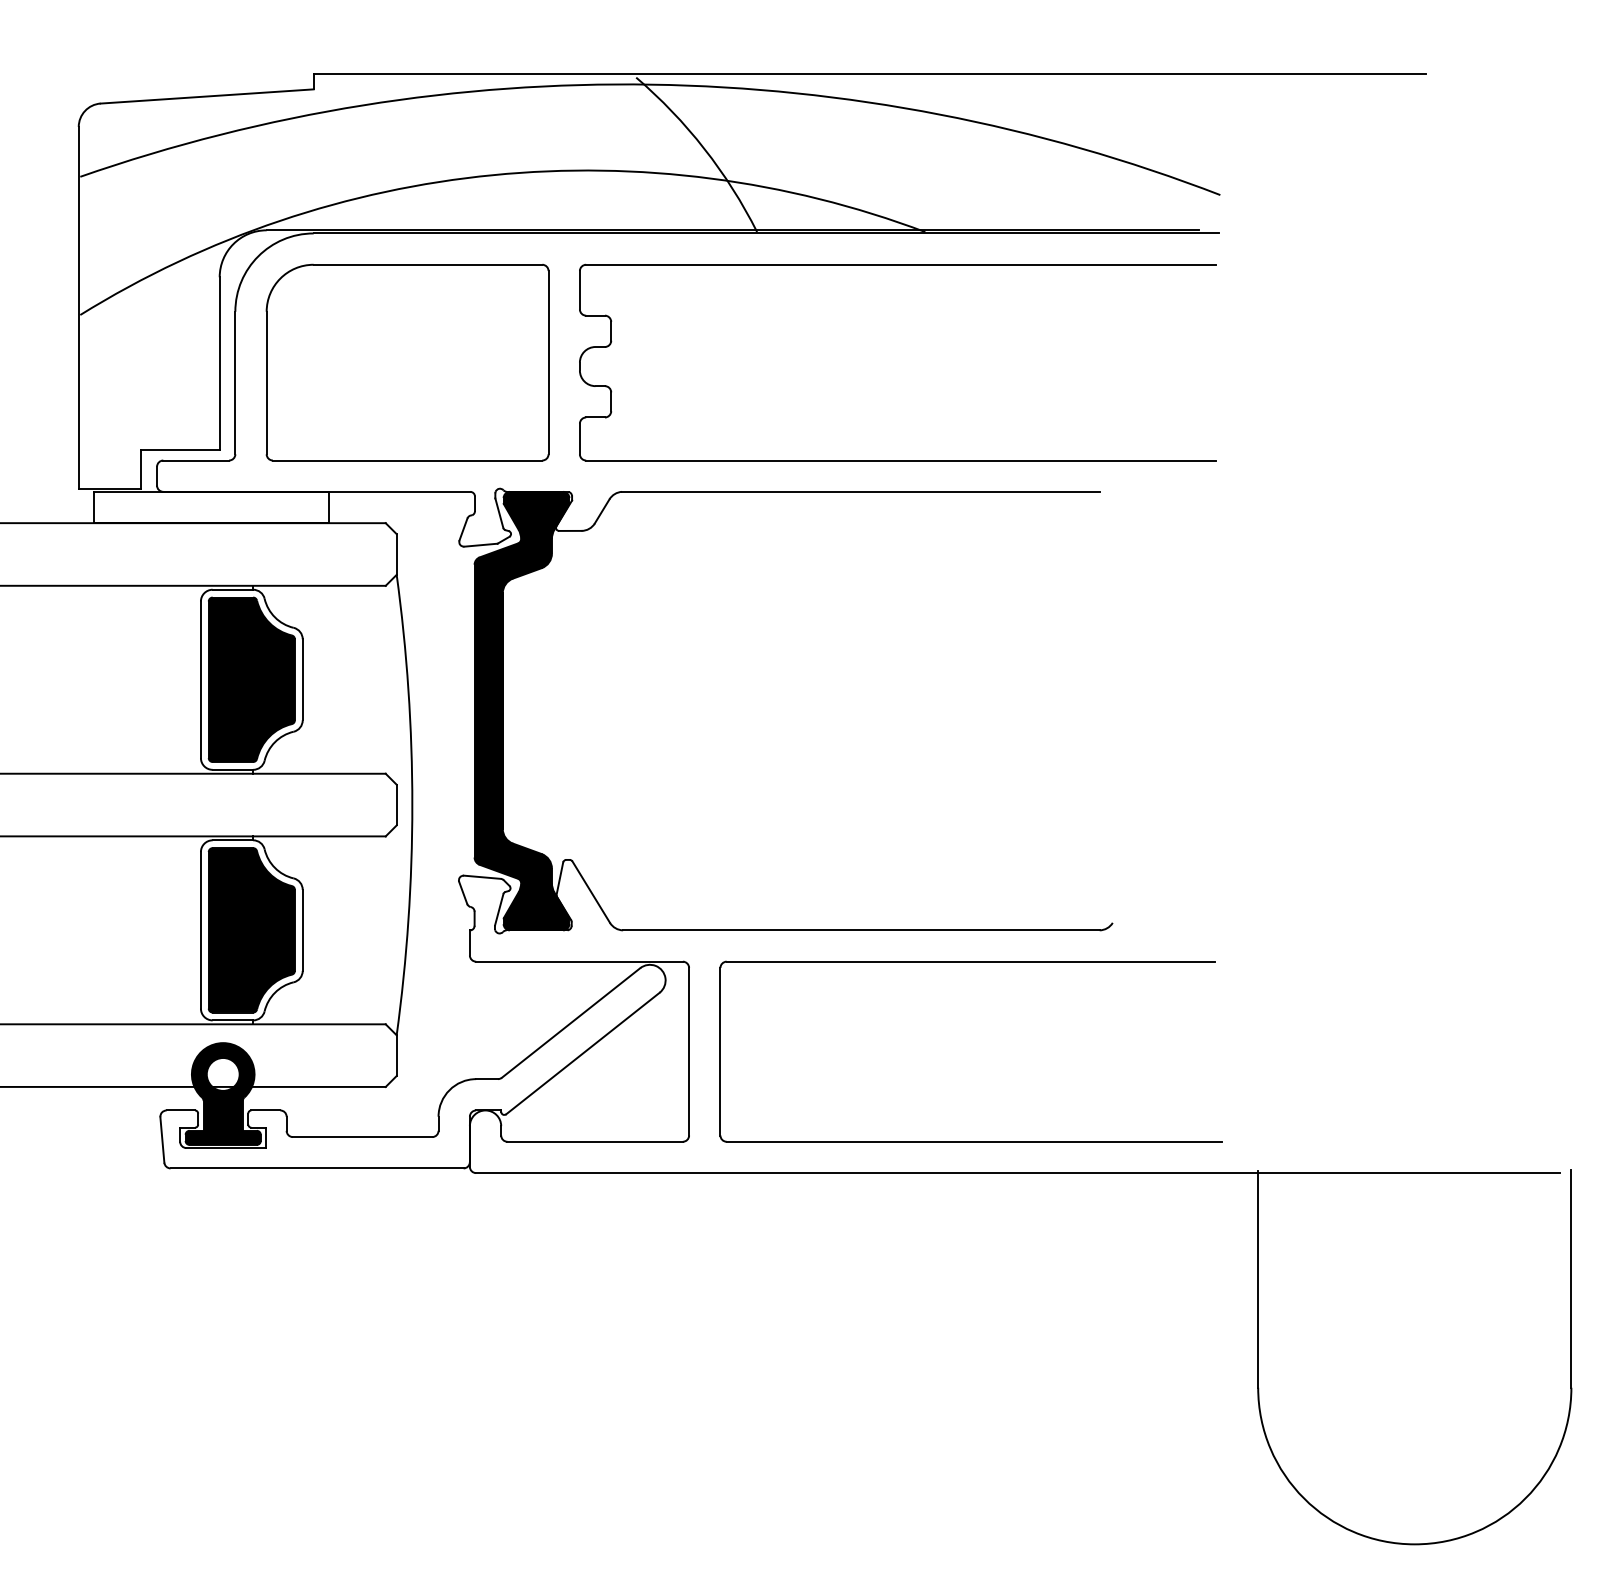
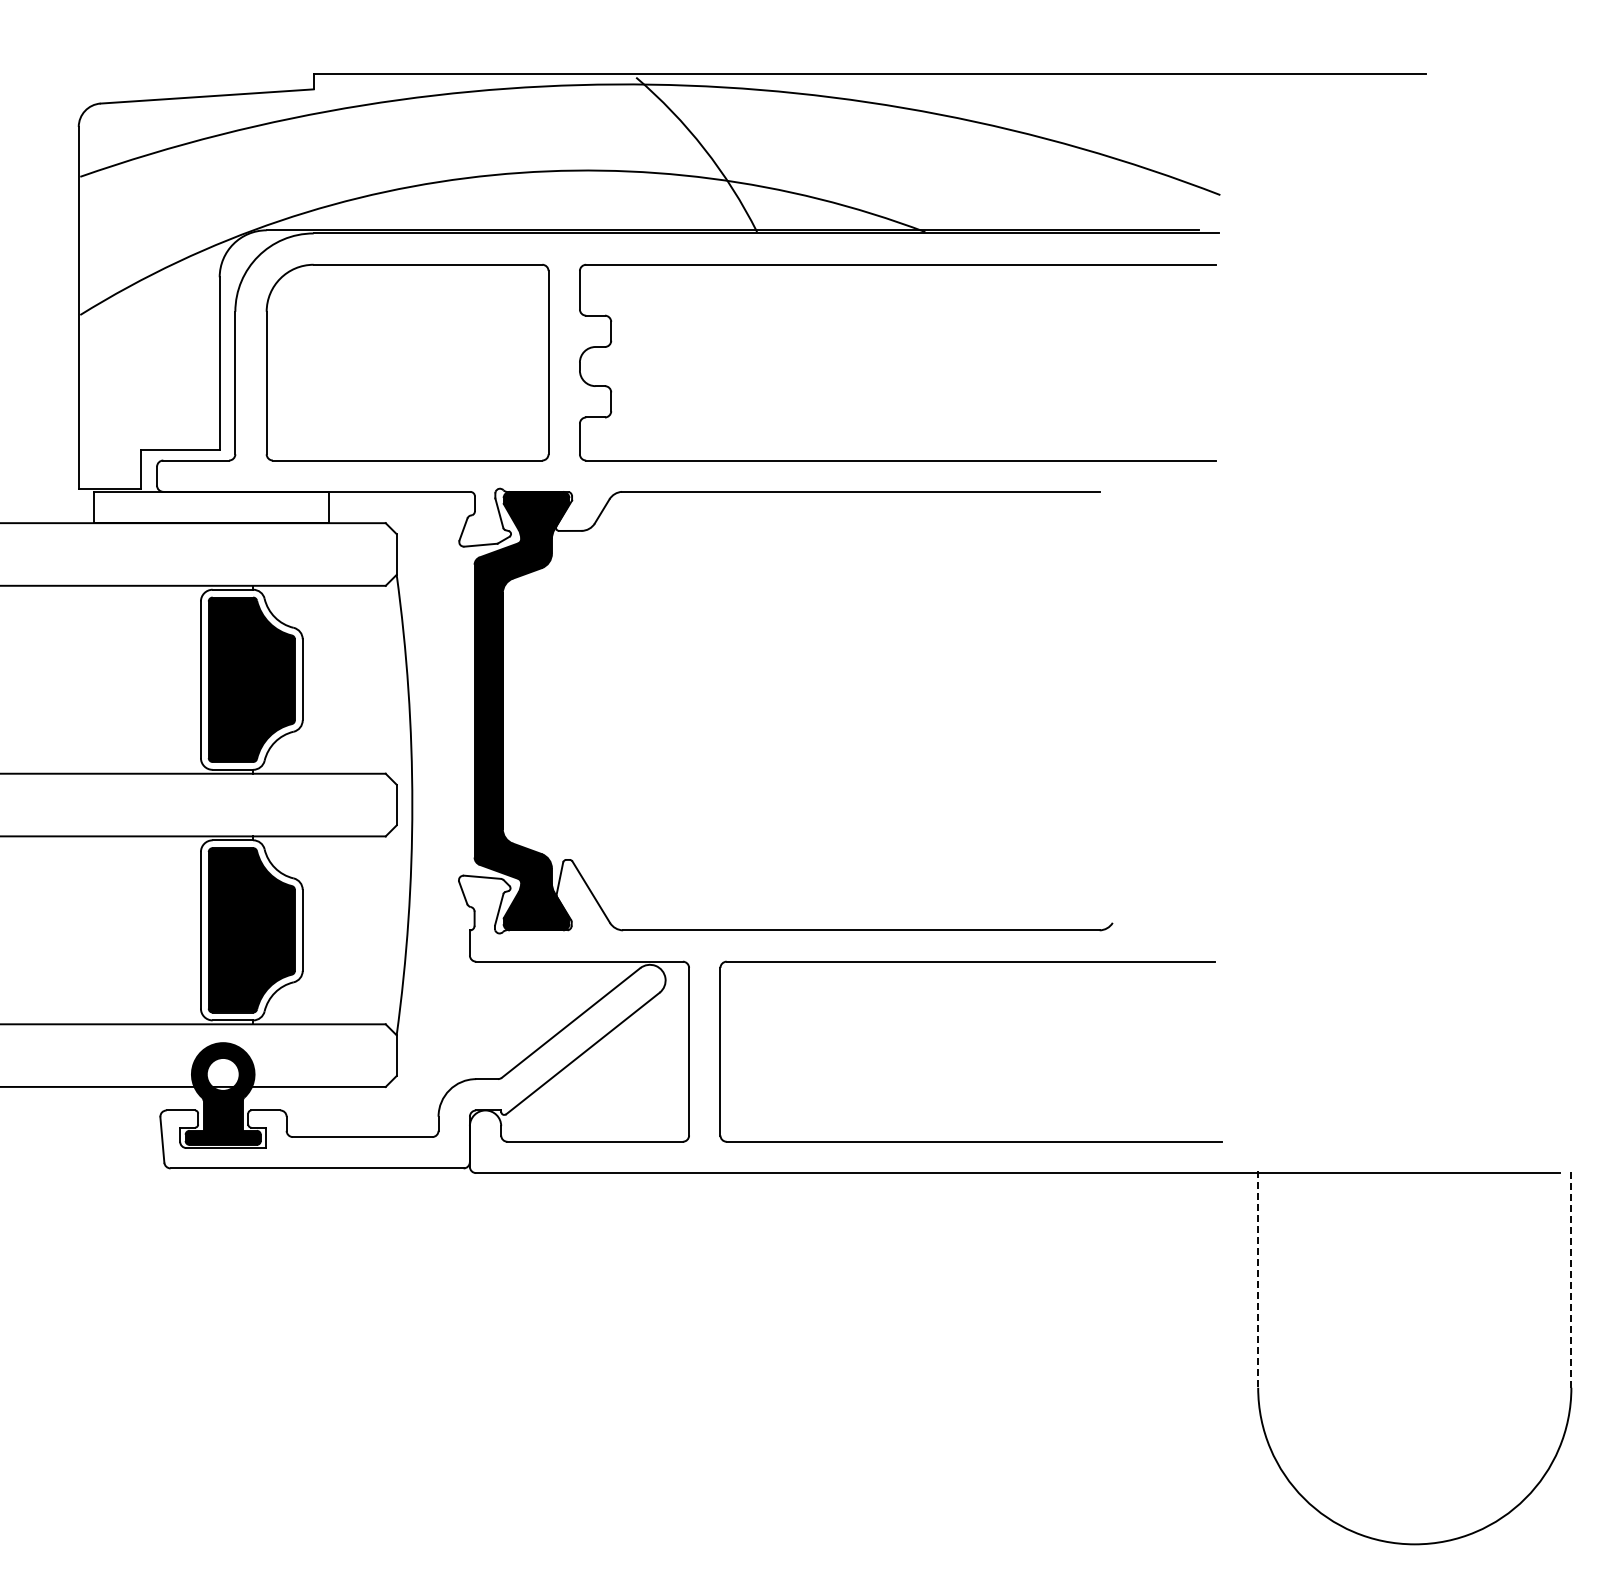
line at (1258, 1279): solid -> dashed
line at (1571, 1279): solid -> dashed
